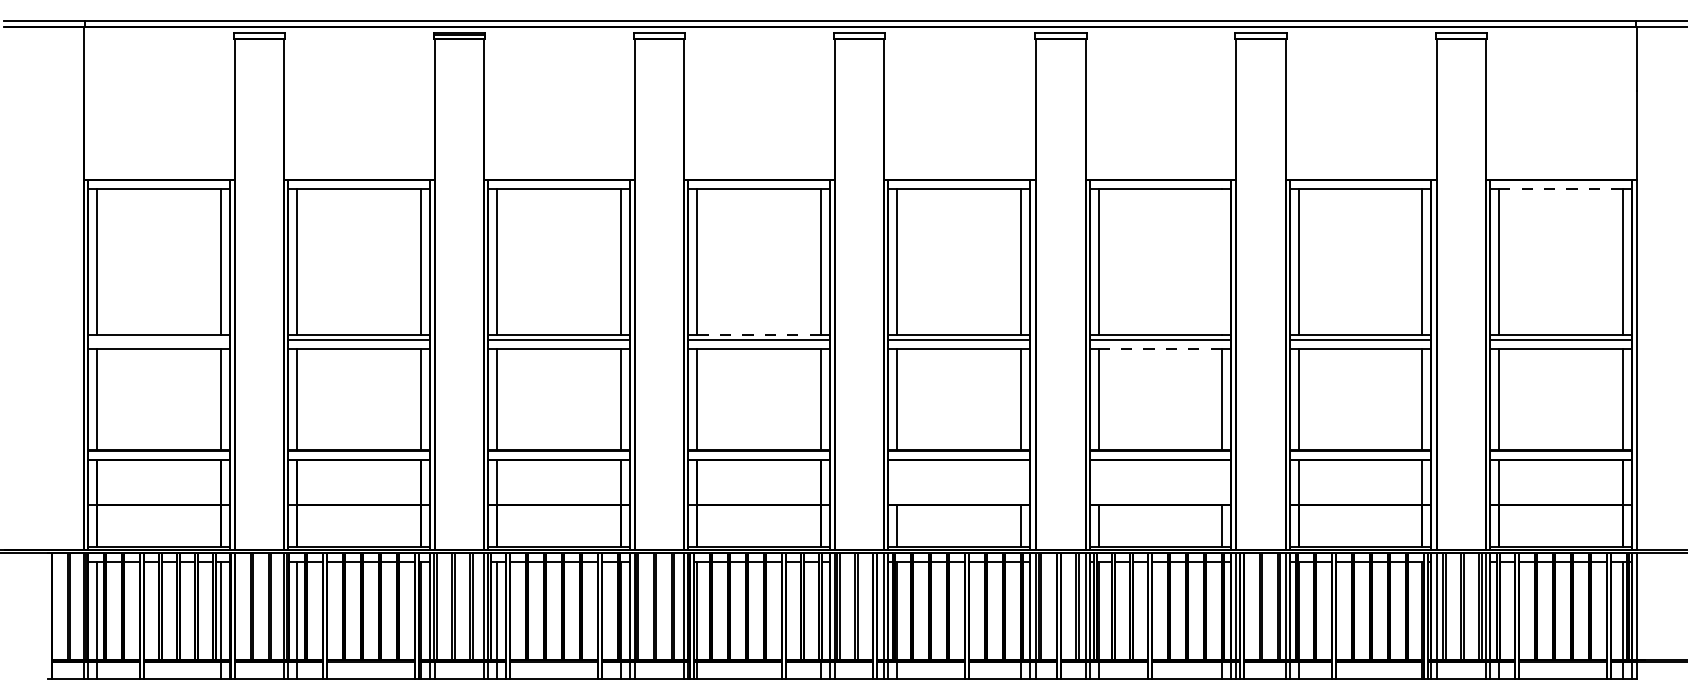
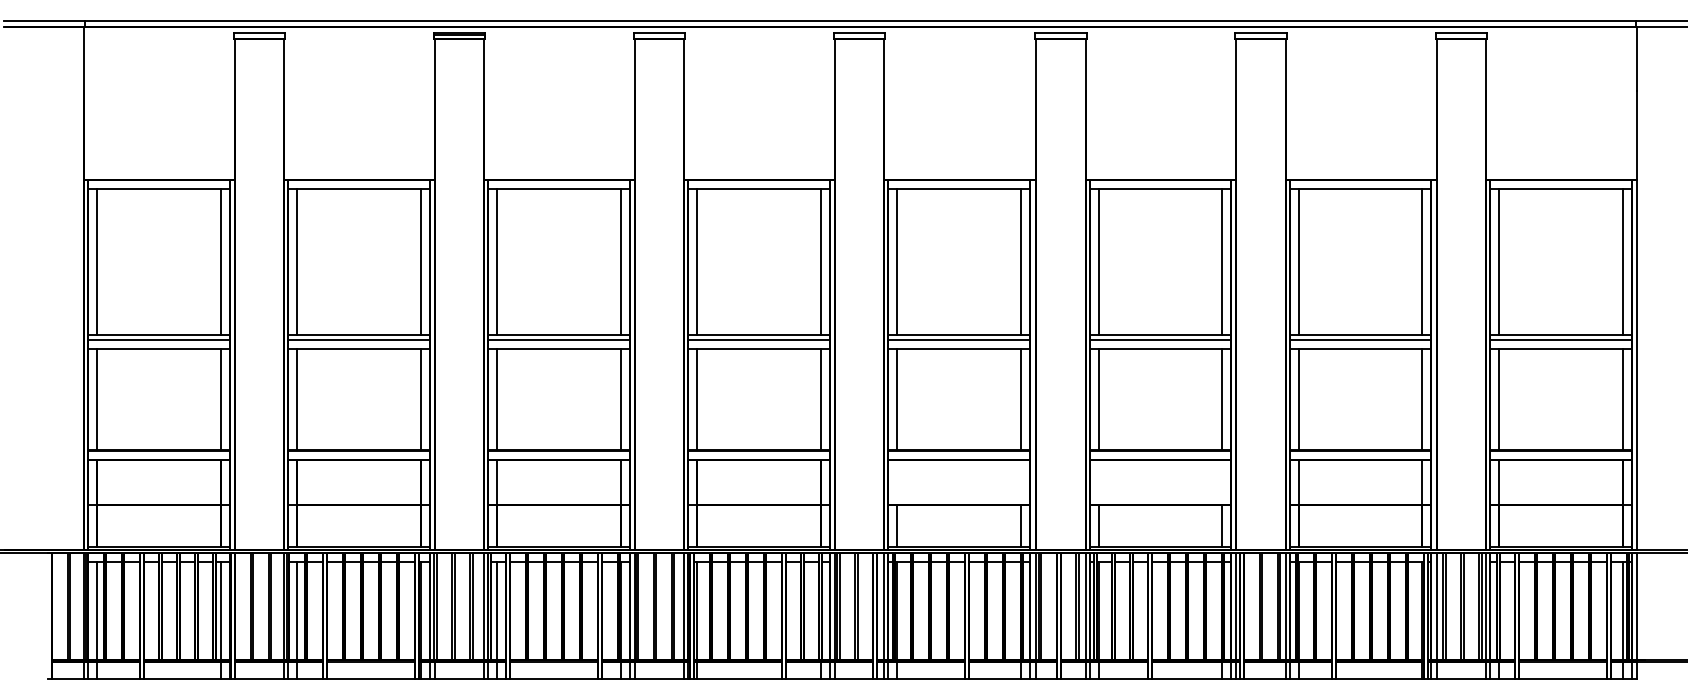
line at (1561, 189): dashed -> solid
line at (1222, 261): none -> present
line at (758, 334): dashed -> solid
line at (158, 340): none -> present
line at (1160, 349): dashed -> solid
